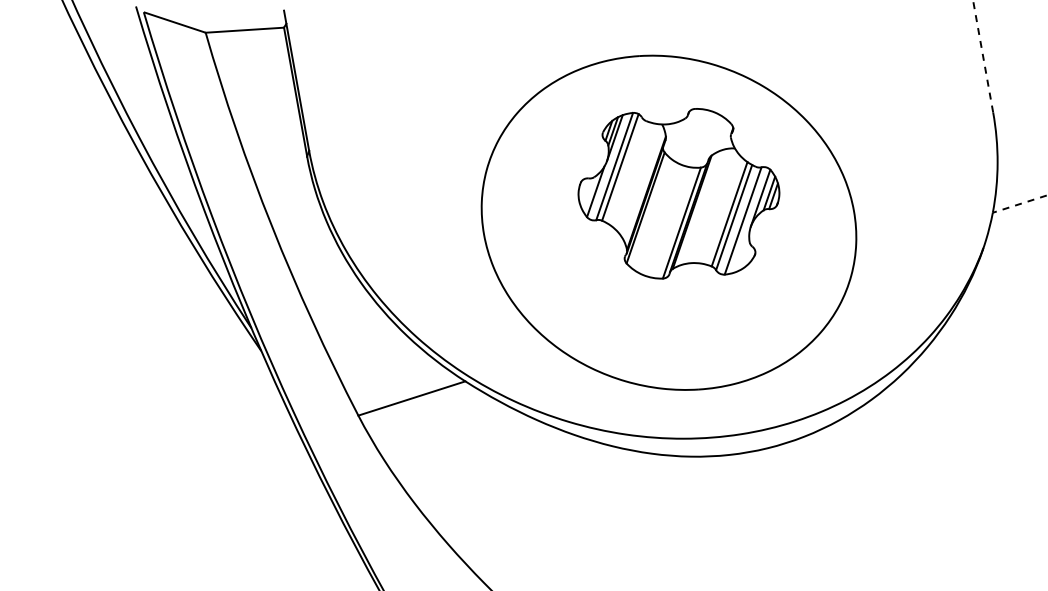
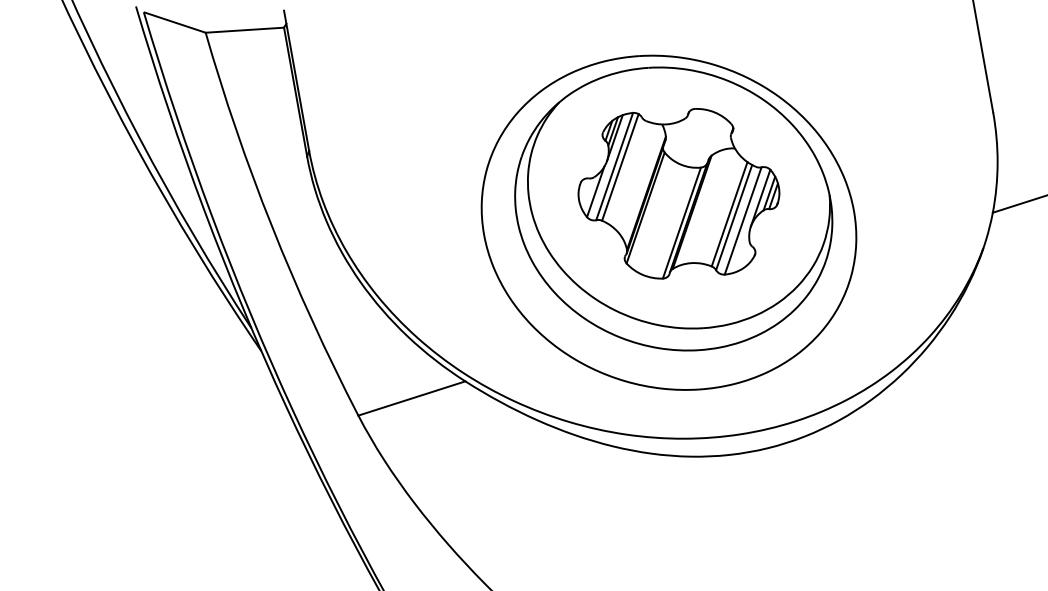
line at (983, 56): dashed -> solid
line at (1020, 203): dashed -> solid
part at (673, 208): none -> present
